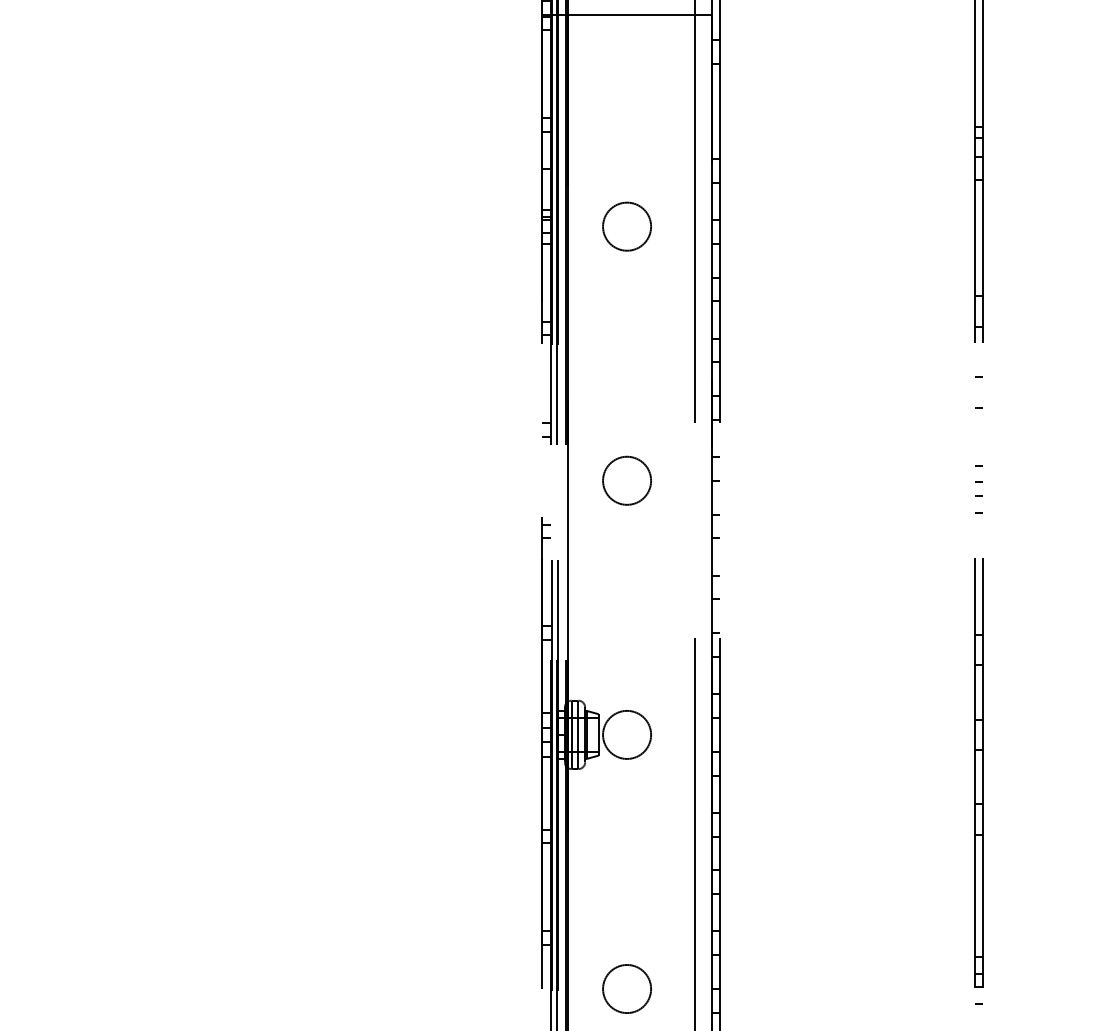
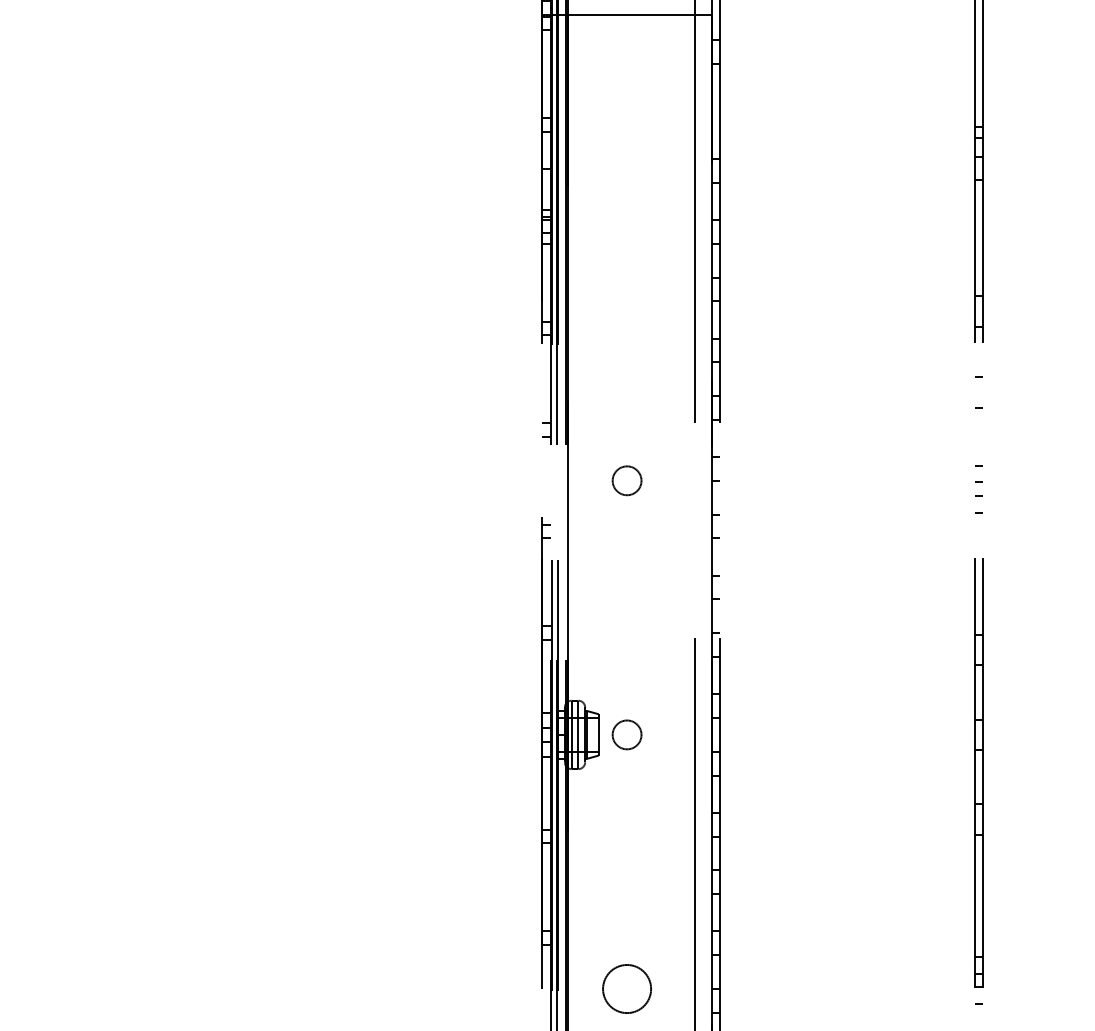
circle at (626, 226): present -> none
circle at (627, 480) diameter: 48 px -> 29 px
circle at (627, 734) diameter: 48 px -> 29 px
